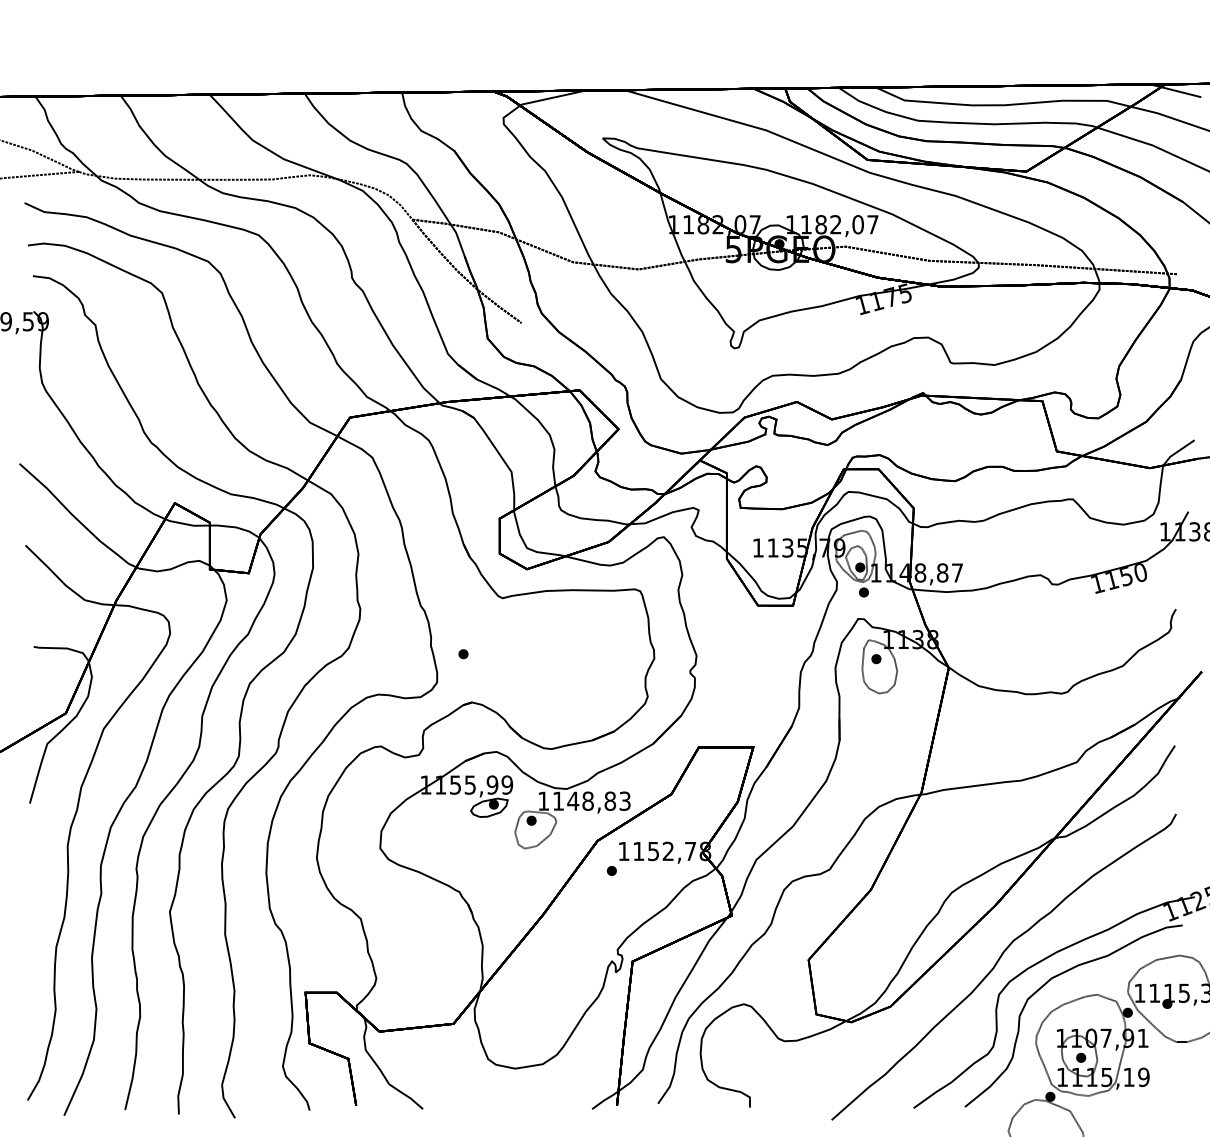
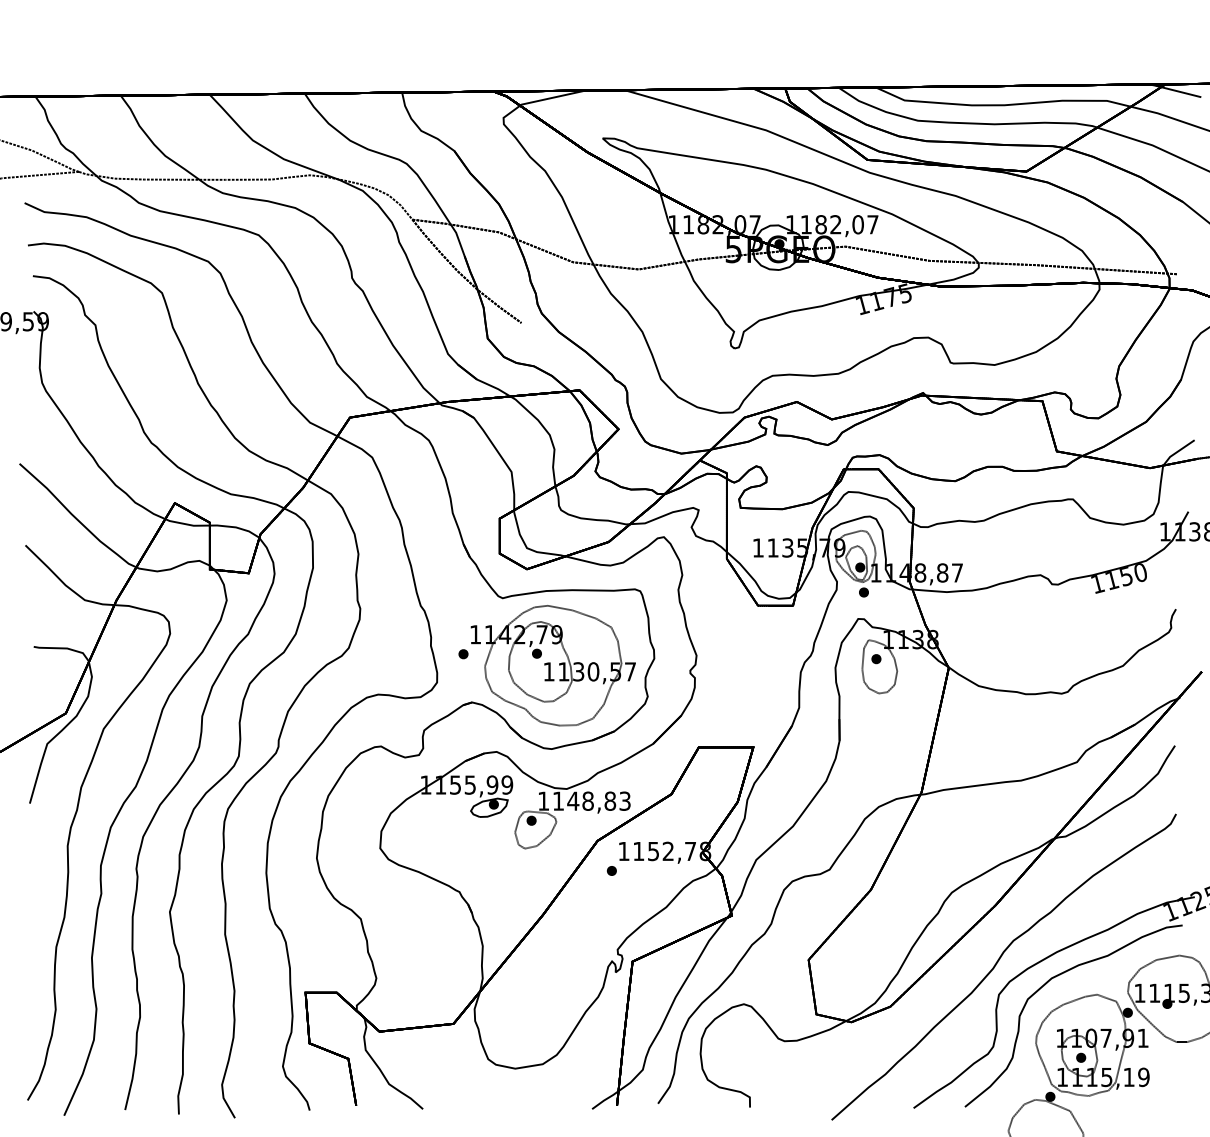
part at (552, 665): none -> present
